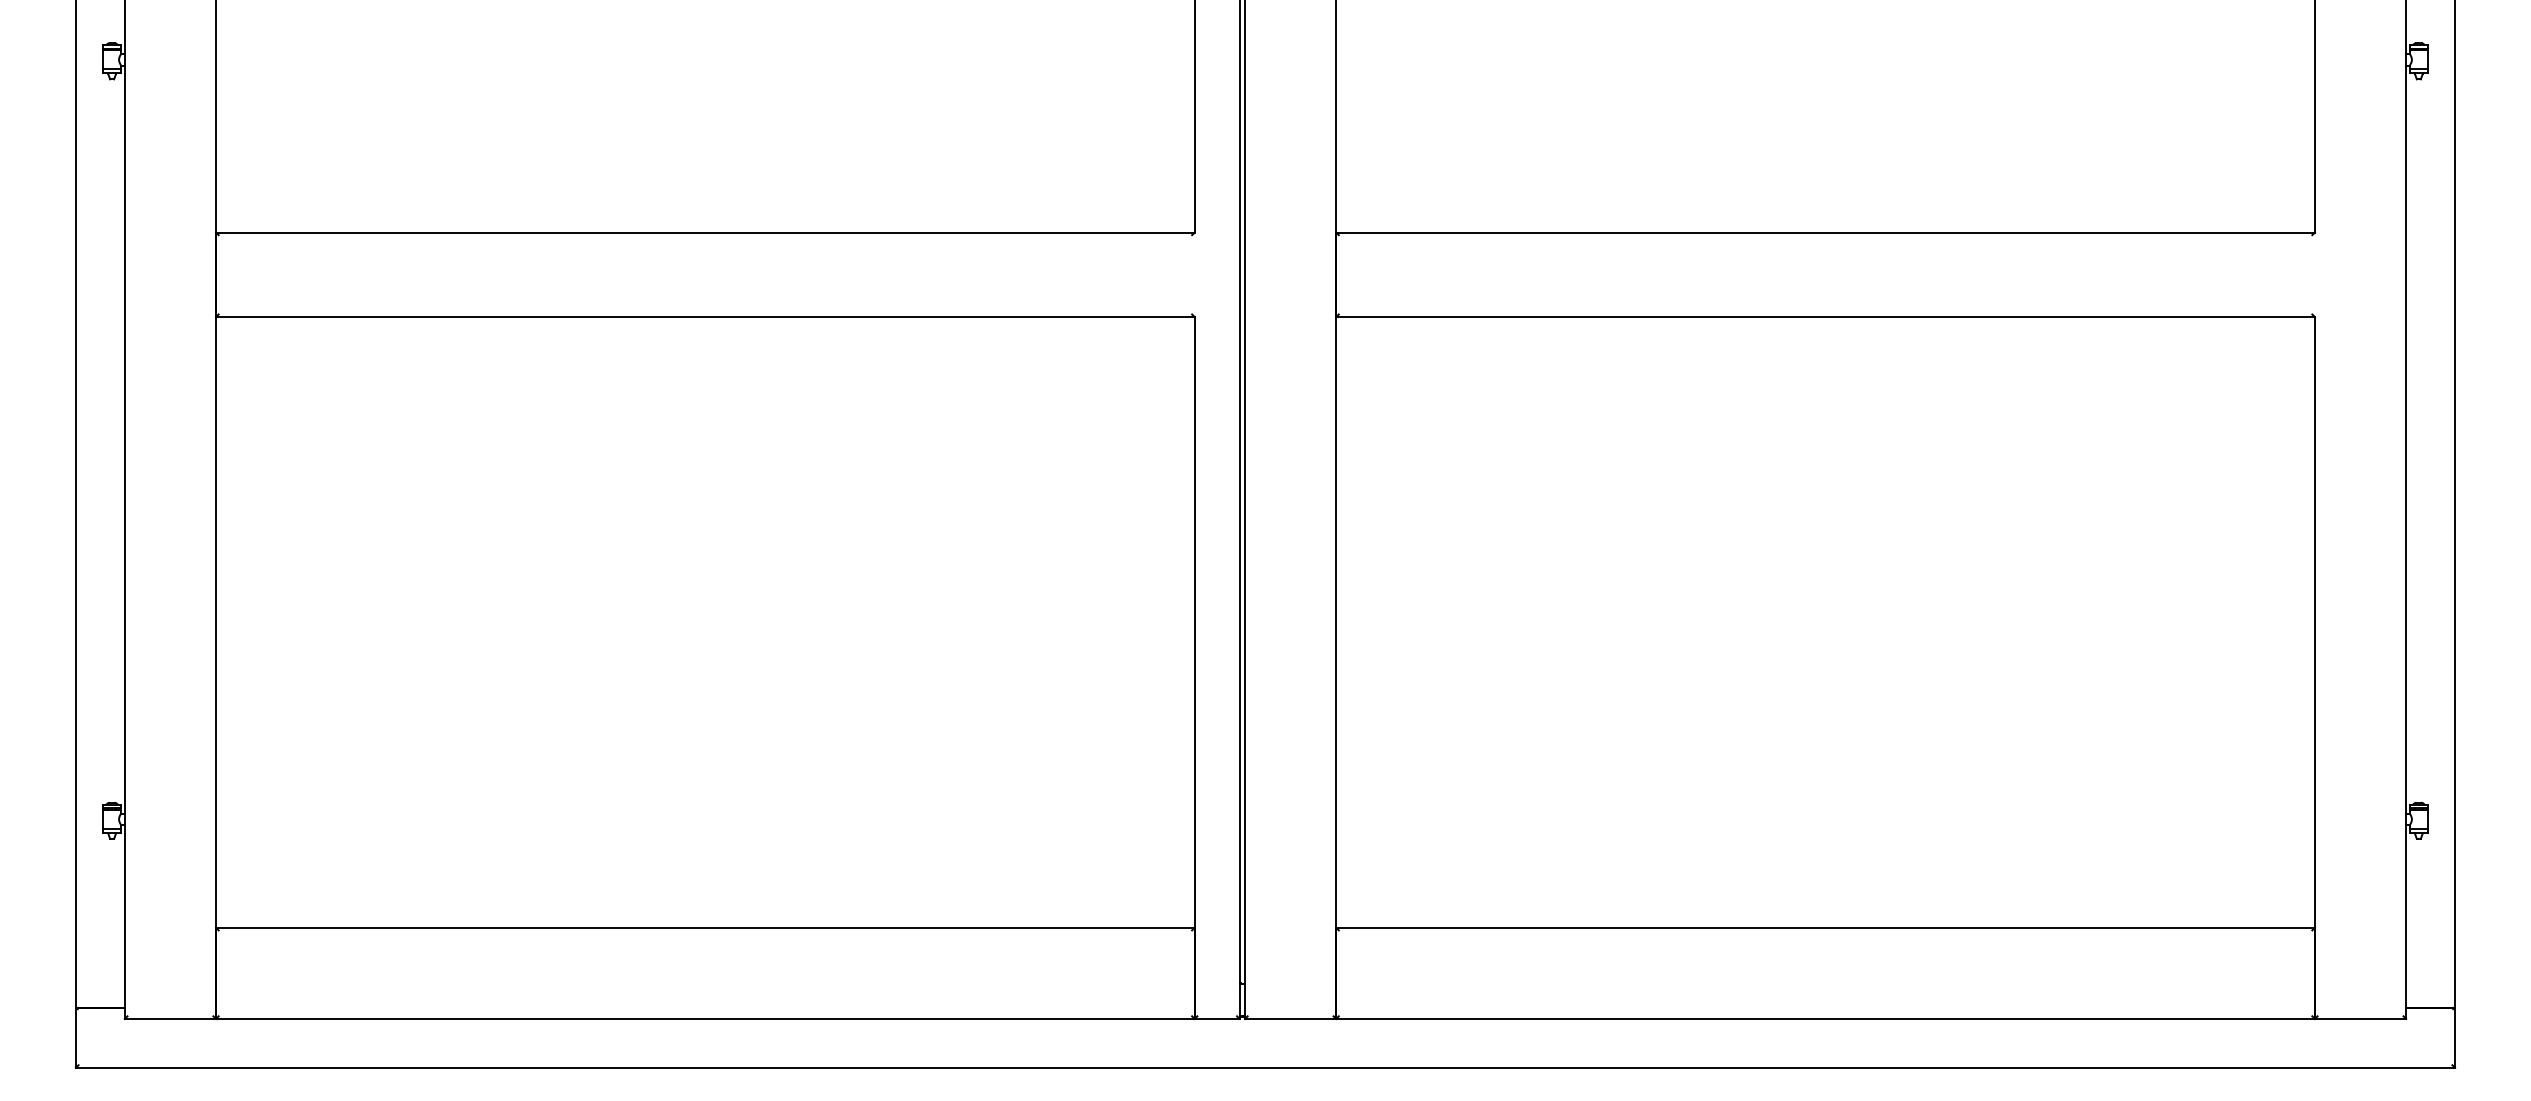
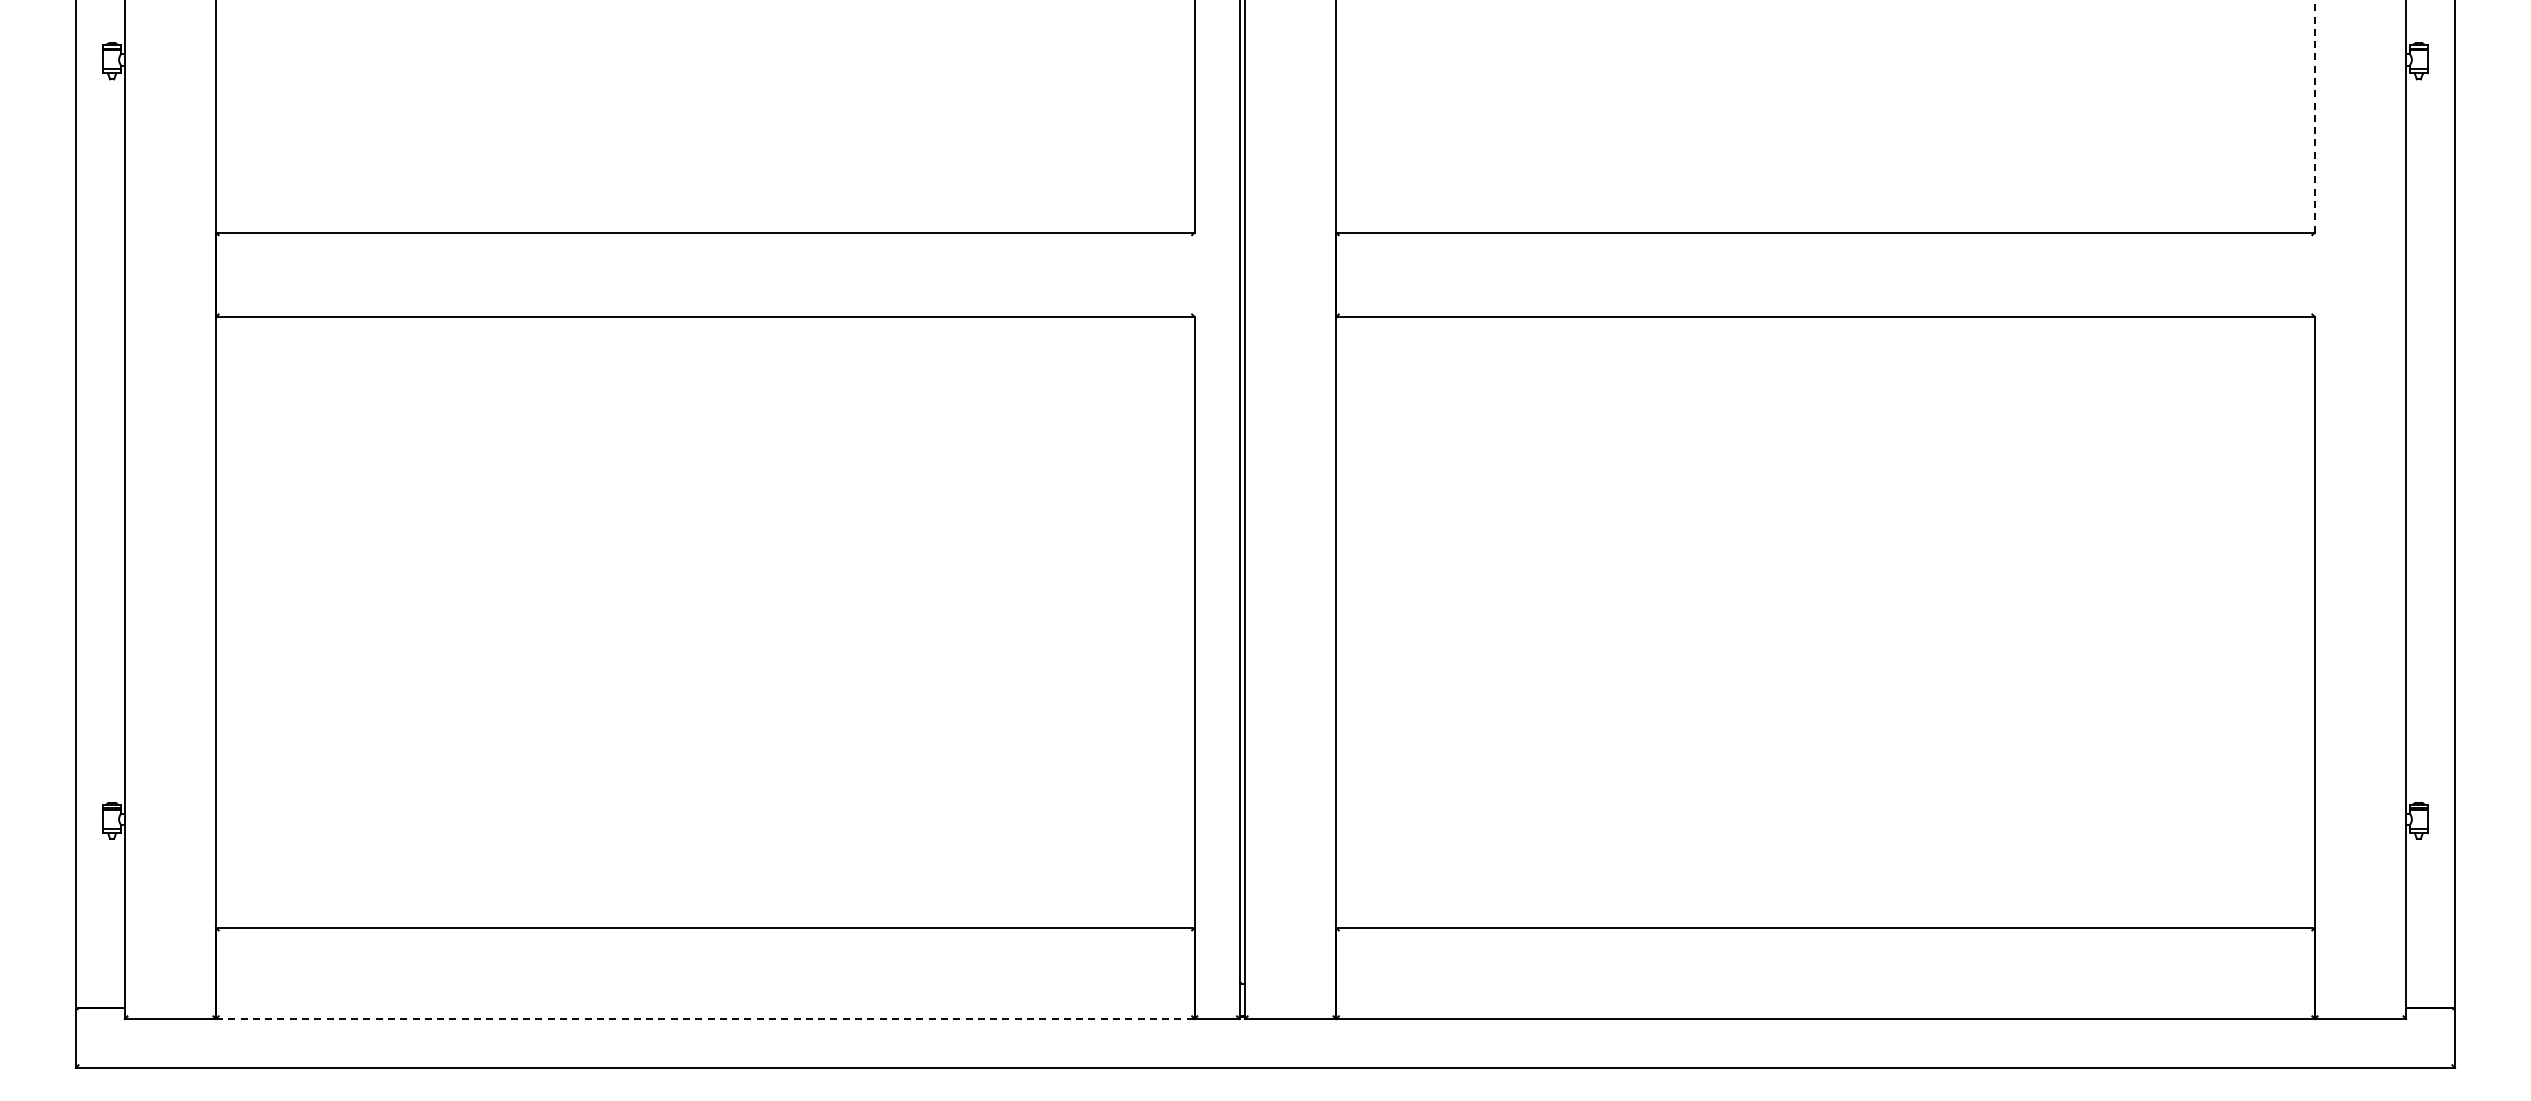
line at (2314, 116): solid -> dashed
line at (705, 1018): solid -> dashed
